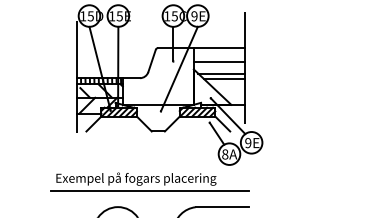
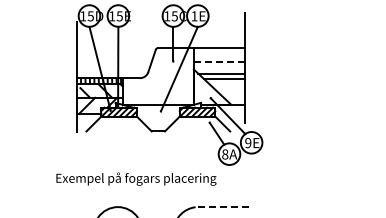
text at (194, 16): 9E -> 1E
line at (219, 62): solid -> dashed
line at (150, 191): present -> none
line at (222, 207): solid -> dashed
